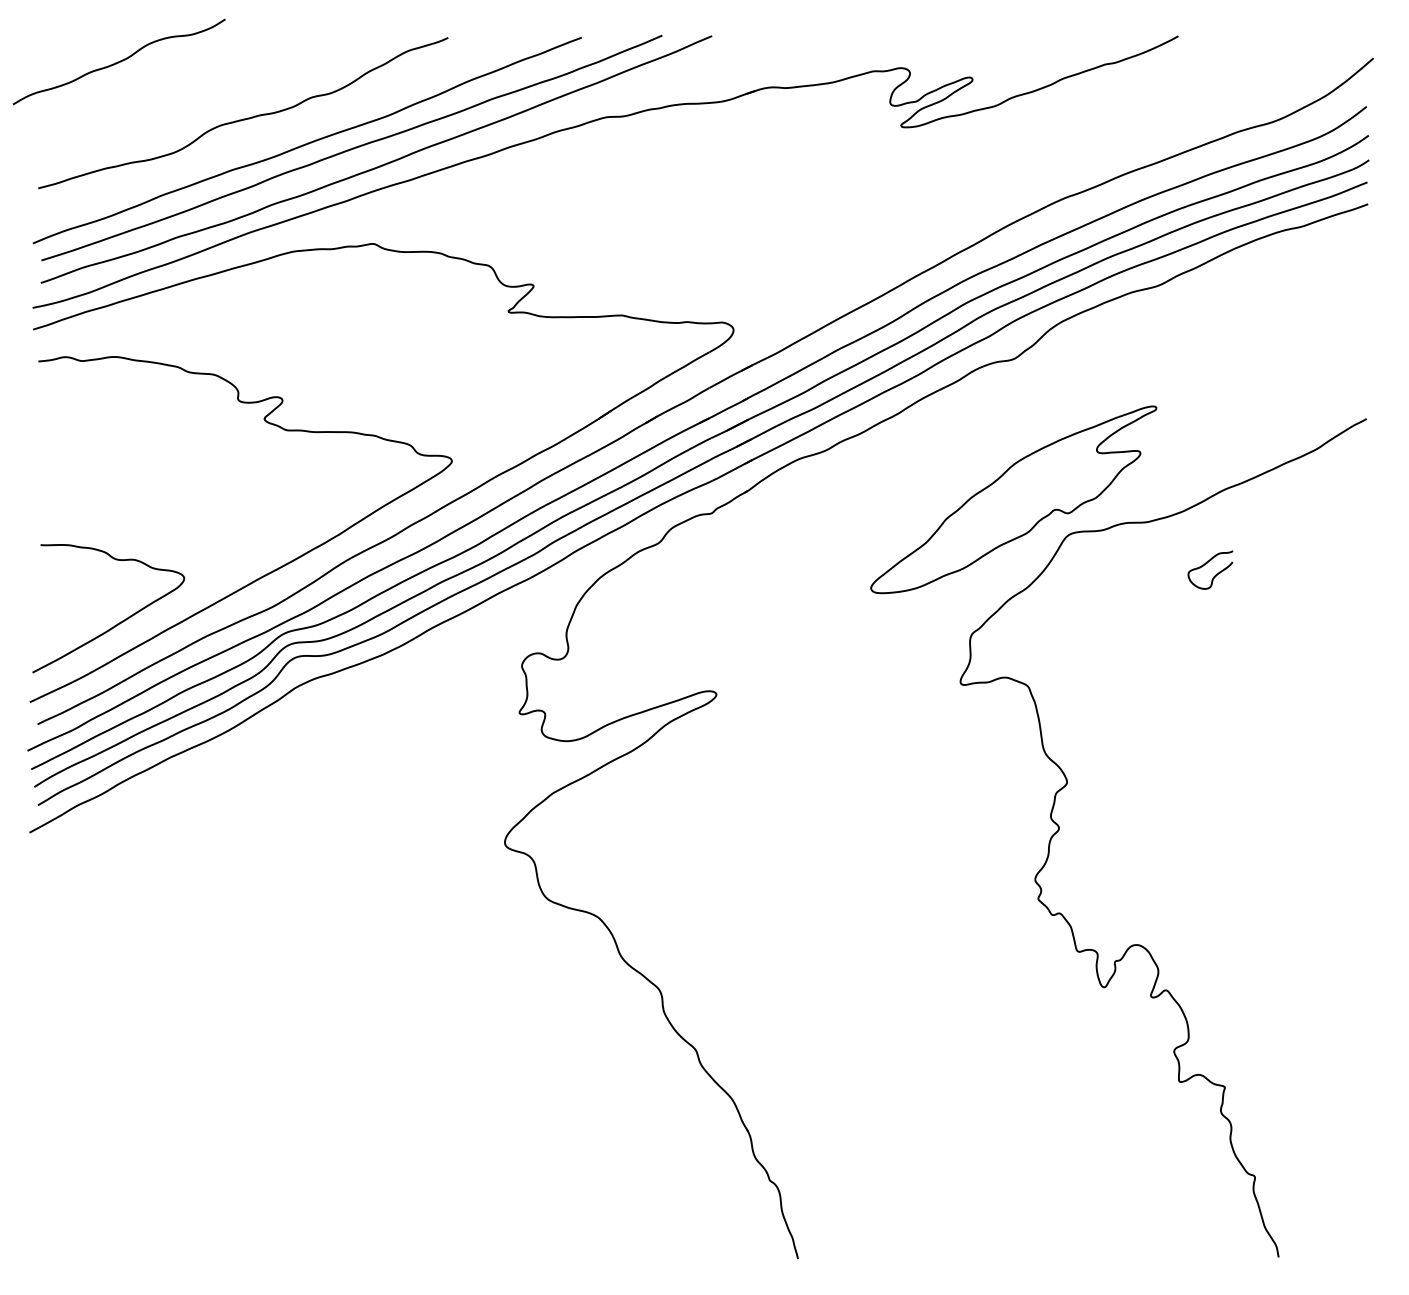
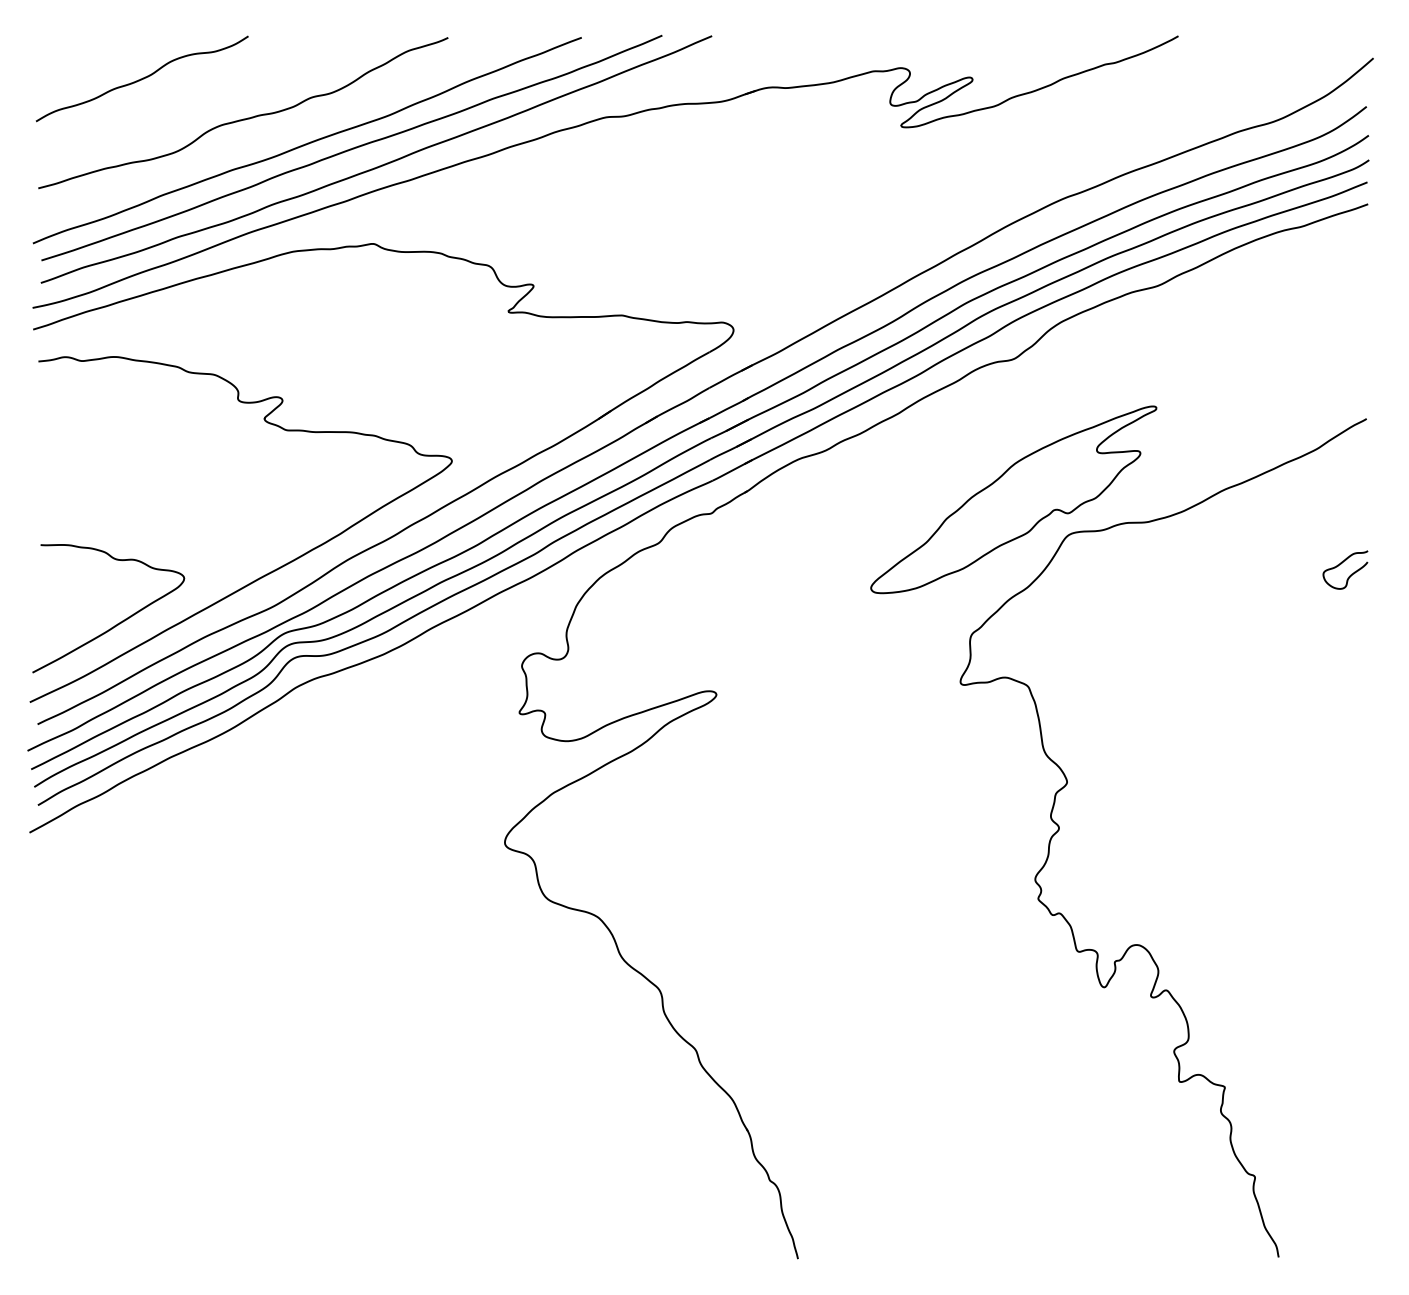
curve at (118, 61) position: (118, 61) -> (141, 78)
curve at (1206, 564) position: (1206, 564) -> (1341, 564)
